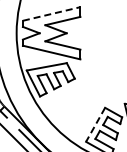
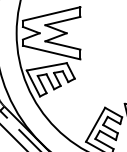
line at (51, 13): dashed -> solid
line at (95, 125): dashed -> solid
